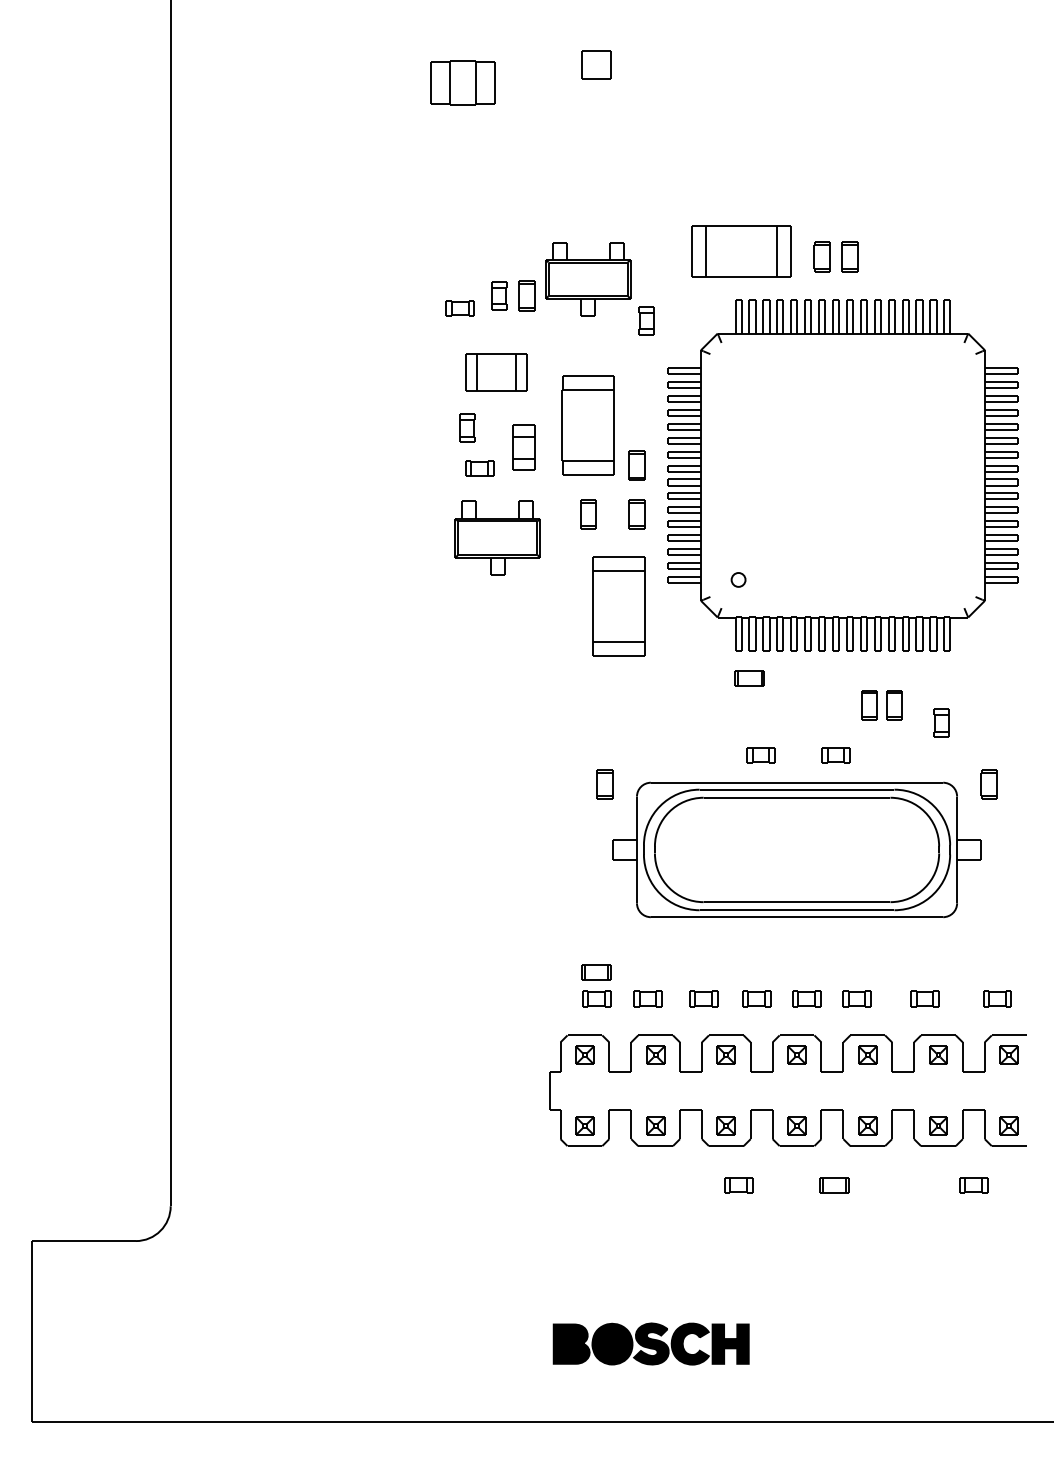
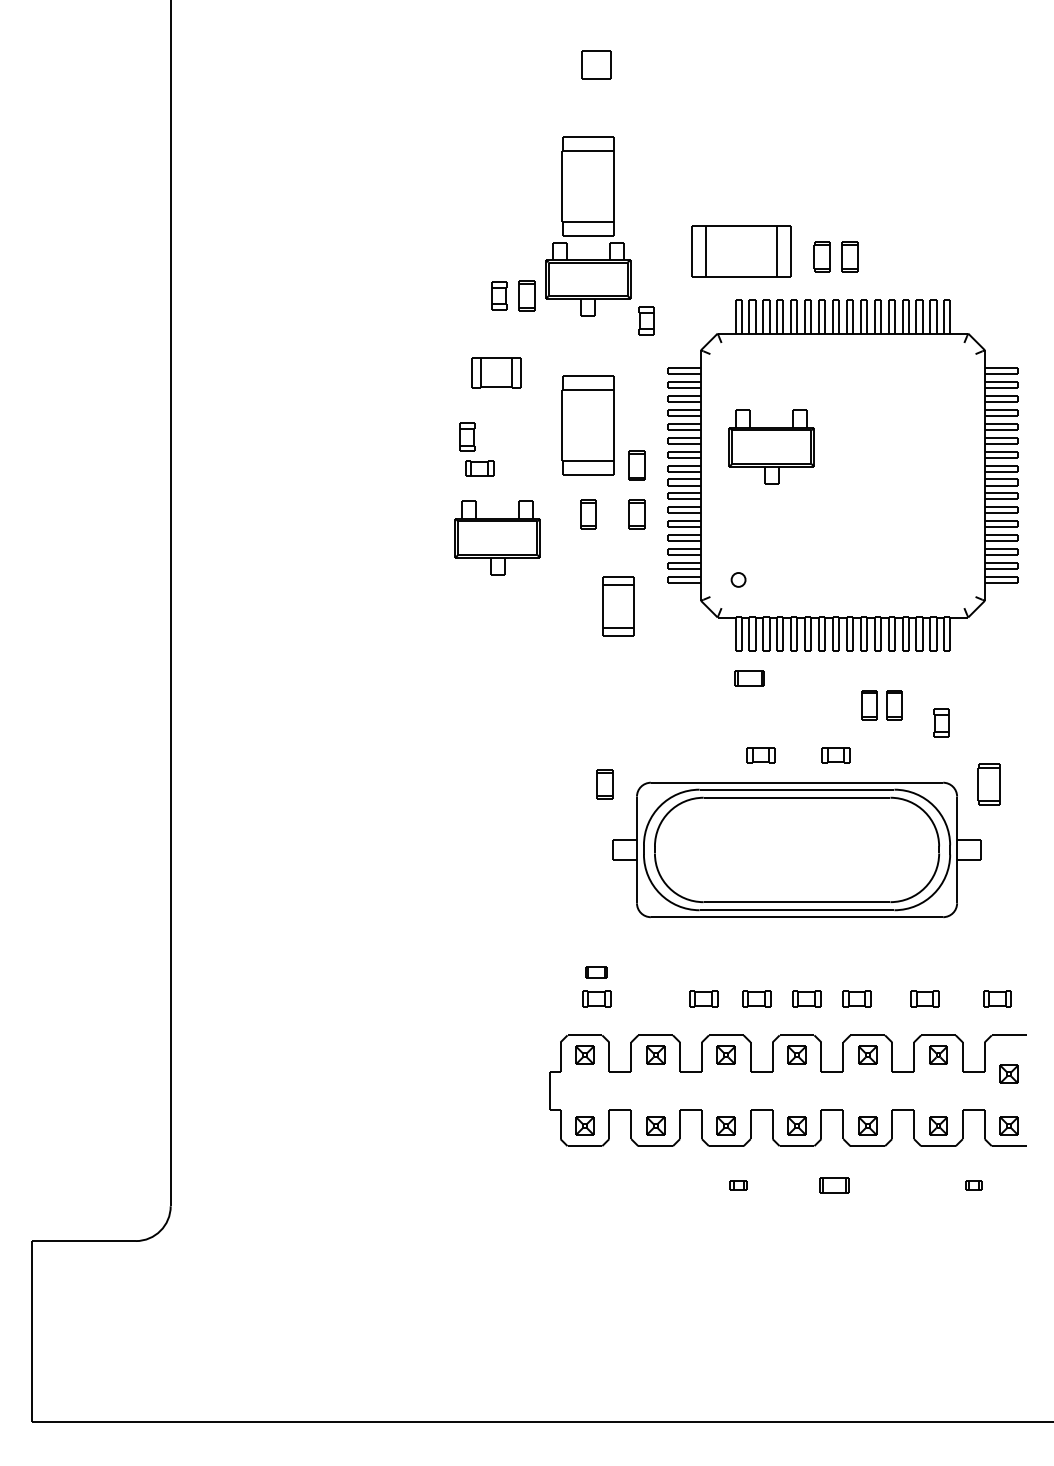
part at (462, 82): present -> none
part at (587, 186): none -> present
part at (459, 308): present -> none
part at (496, 372) size: 63x39 px -> 51x32 px
part at (467, 427) position: (467, 427) -> (467, 436)
part at (771, 446): none -> present
part at (523, 447): present -> none
part at (618, 606) size: 54x101 px -> 33x61 px
part at (988, 784) size: 18x31 px -> 24x43 px
part at (596, 972) size: 31x17 px -> 23x13 px
part at (647, 998): present -> none
part at (1008, 1054) position: (1008, 1054) -> (1008, 1073)
part at (738, 1185) size: 30x17 px -> 19x11 px
part at (973, 1185) size: 30x17 px -> 18x11 px
part at (650, 1343): present -> none
